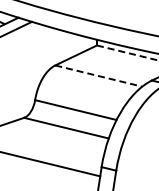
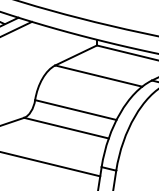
line at (127, 53): dashed -> solid
line at (98, 76): dashed -> solid
